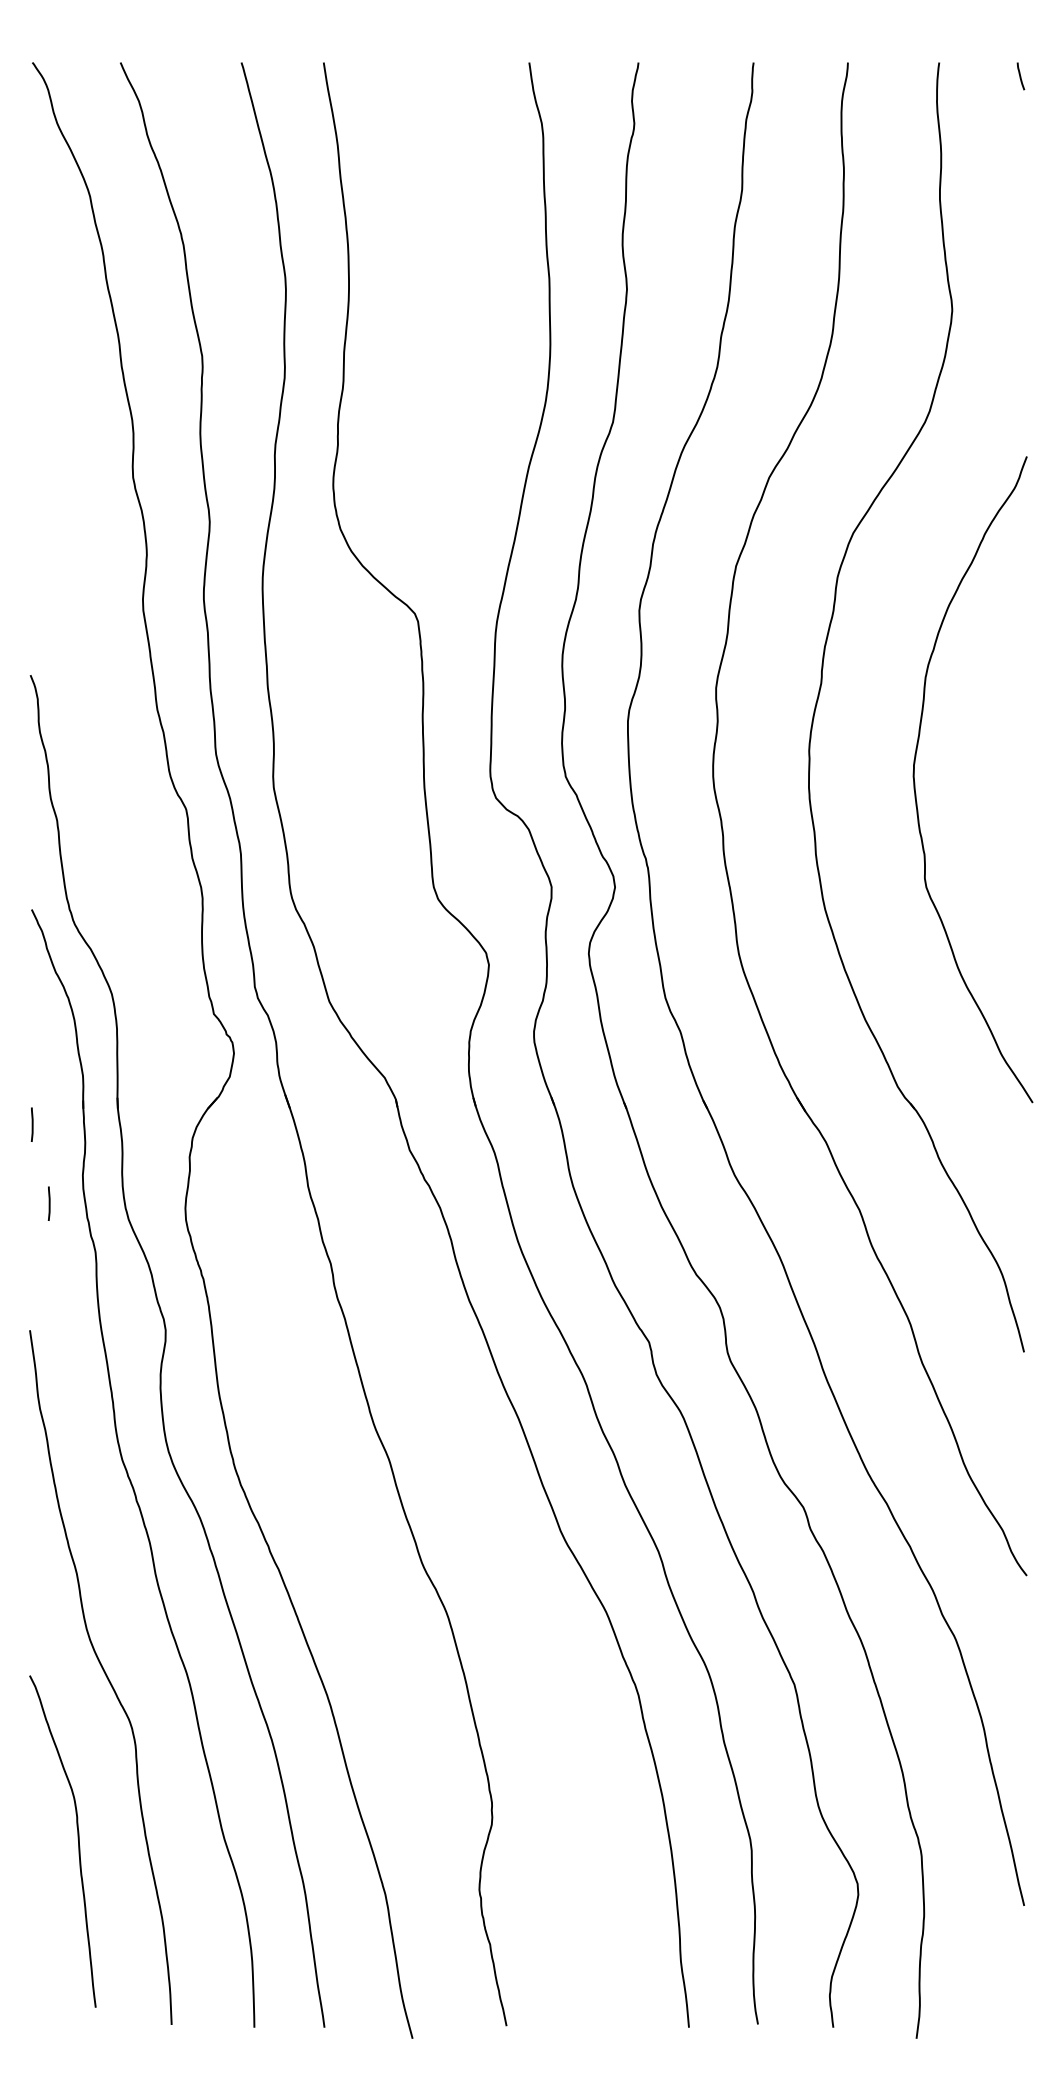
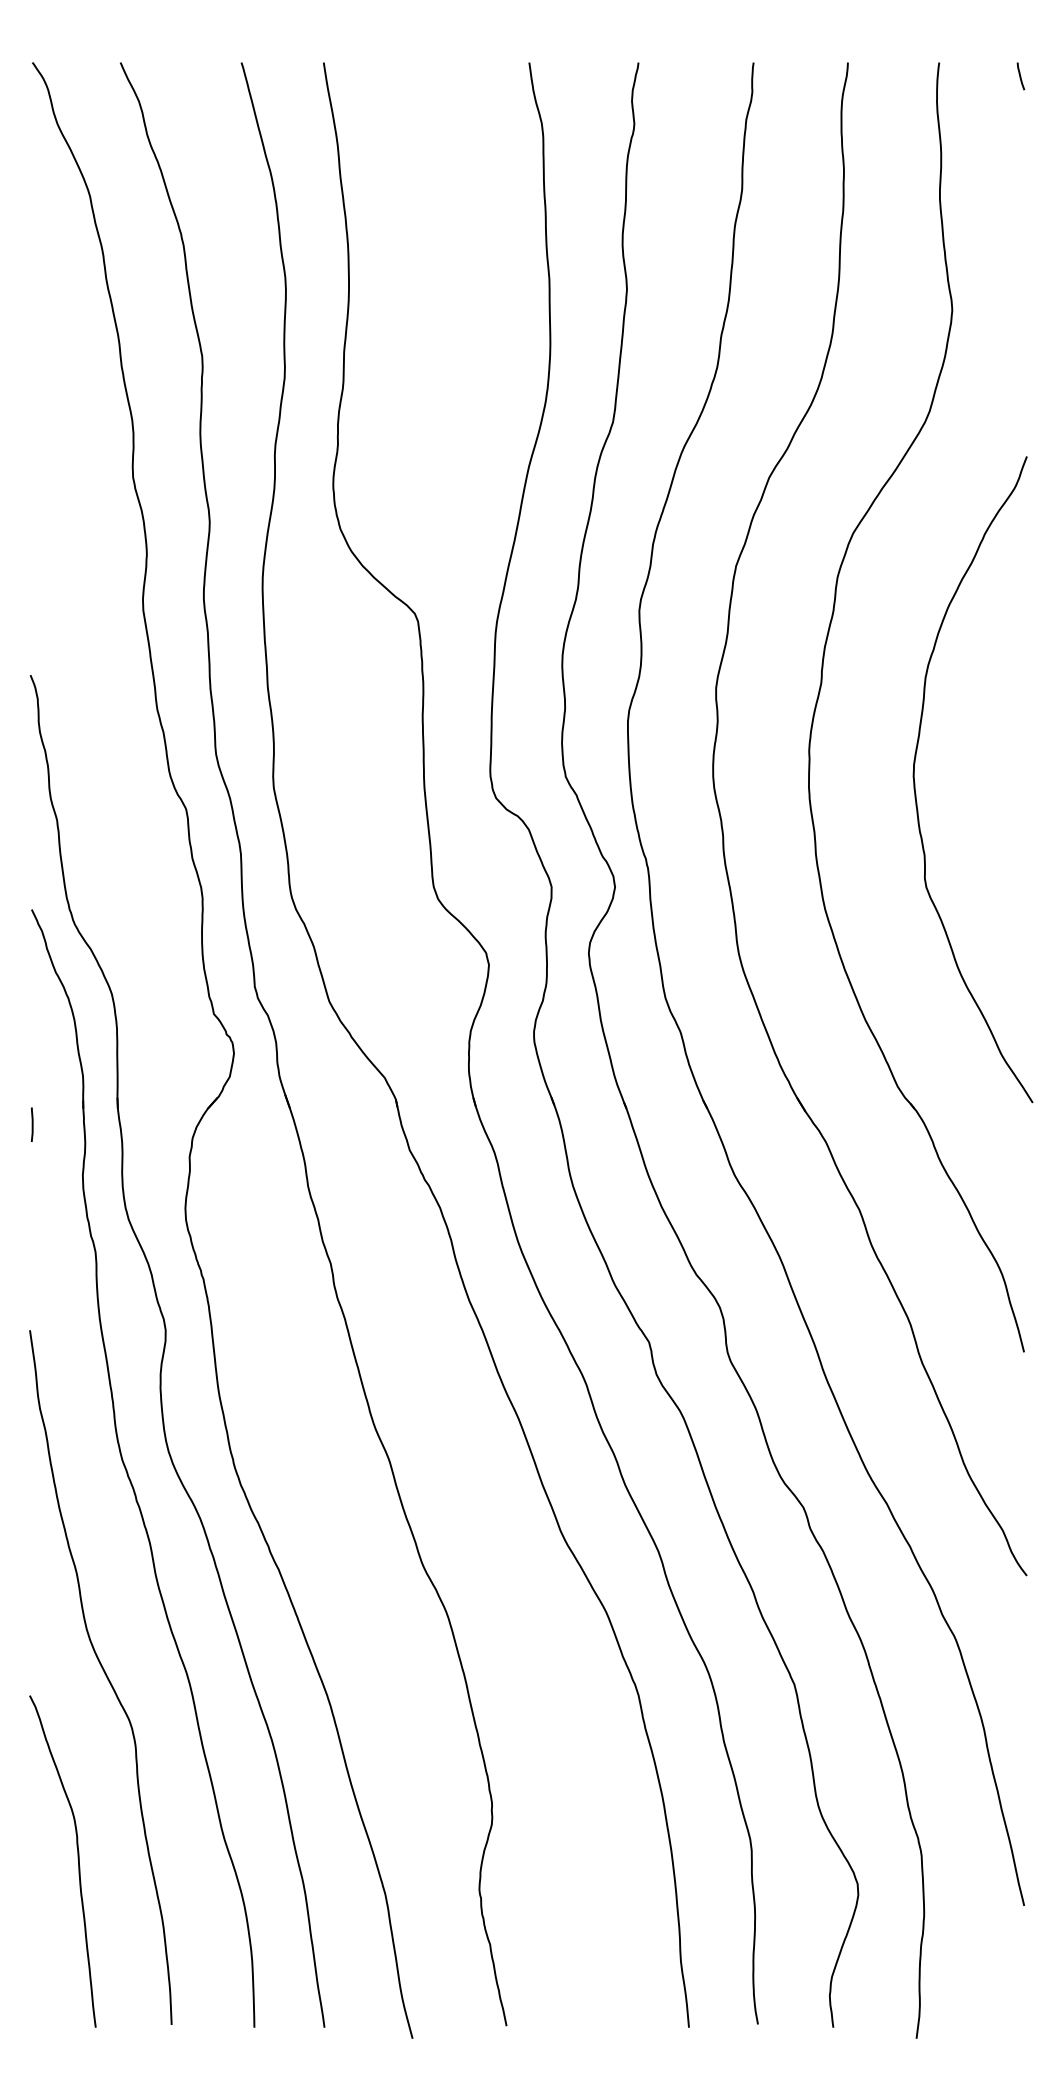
line at (48, 1203): present -> none
curve at (77, 1839) position: (77, 1839) -> (77, 1859)
